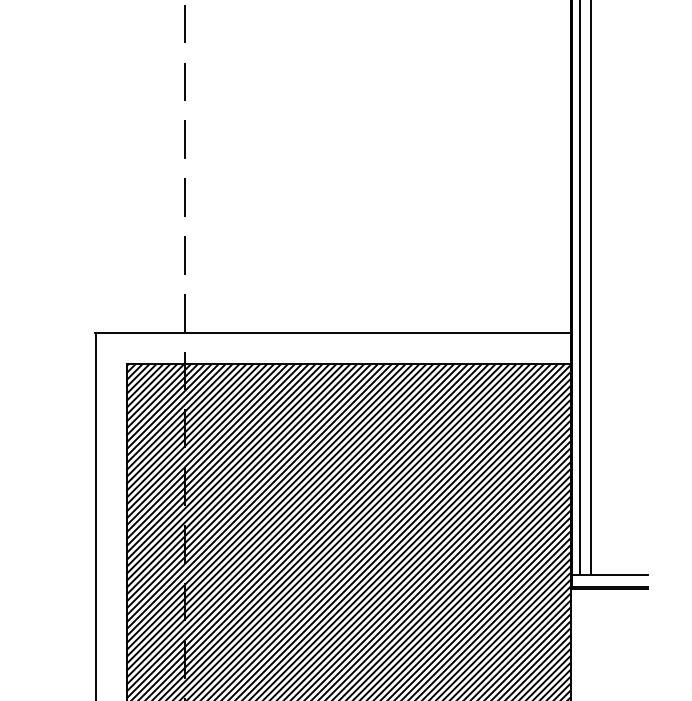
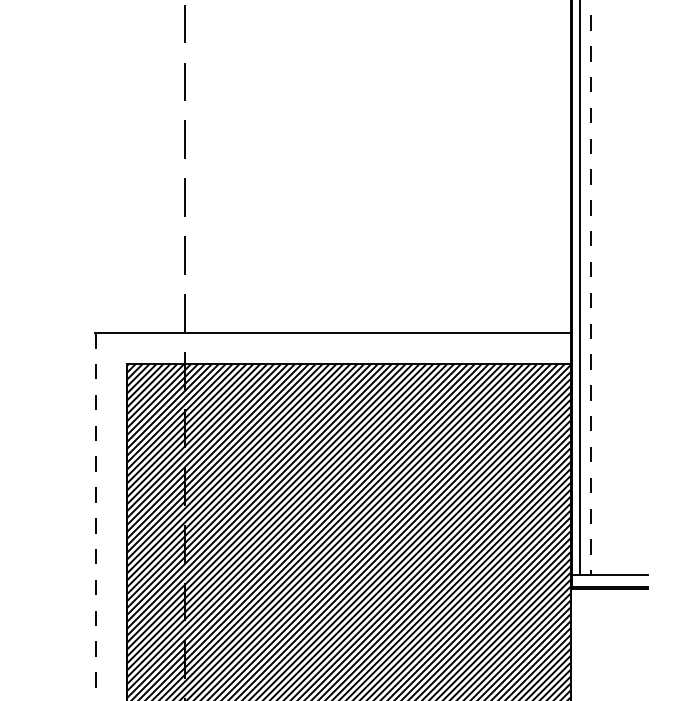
line at (590, 288): solid -> dashed
line at (95, 517): solid -> dashed
